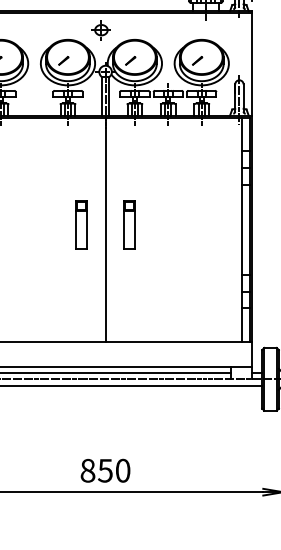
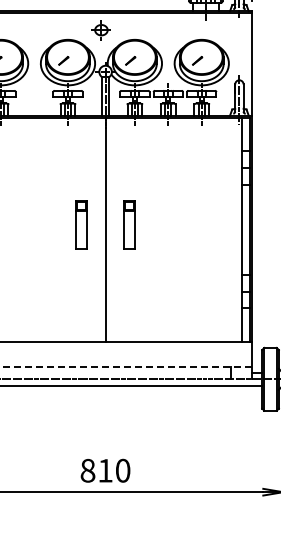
line at (126, 366): solid -> dashed
line at (116, 373): present -> none
text at (105, 470): 850 -> 810
